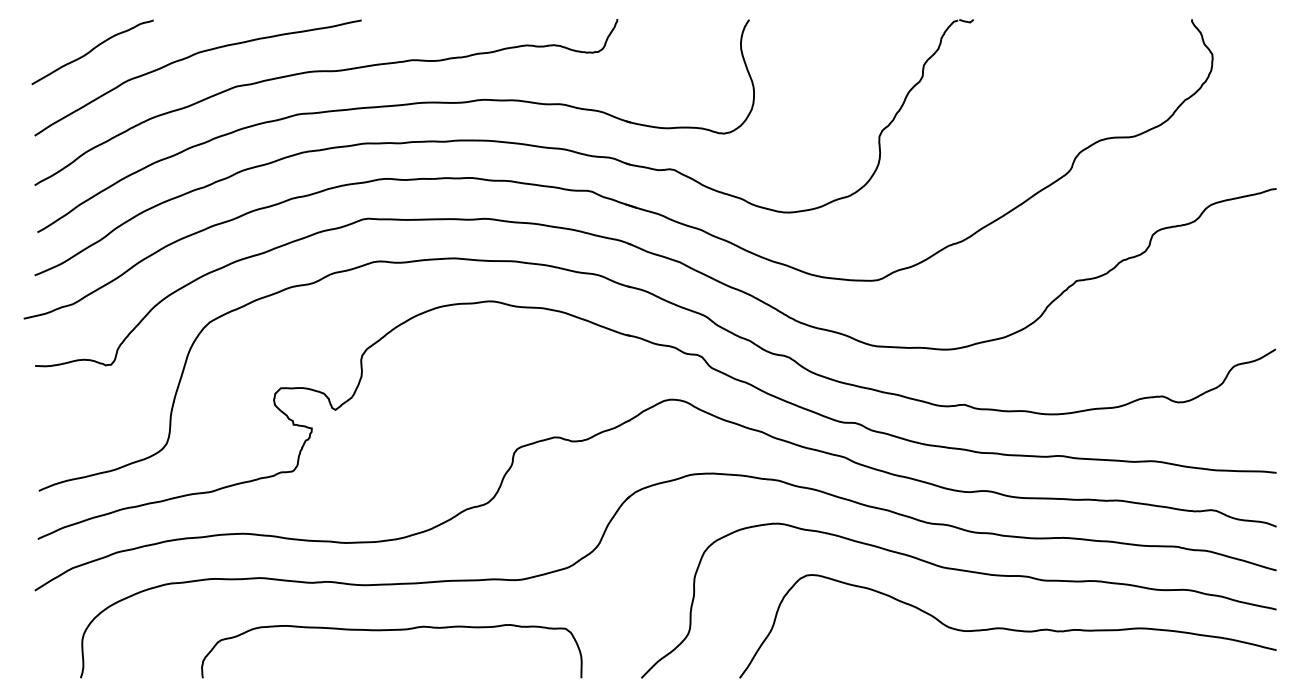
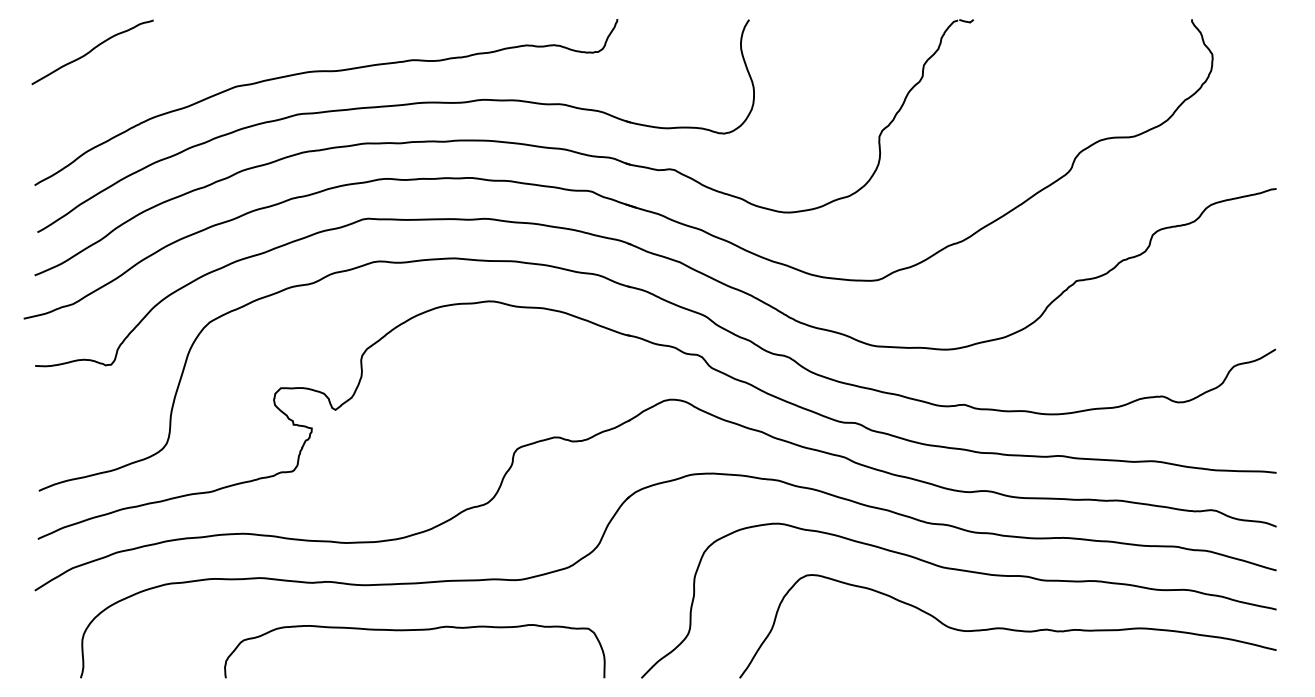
curve at (188, 58): present -> none
curve at (391, 630) position: (391, 630) -> (414, 630)
